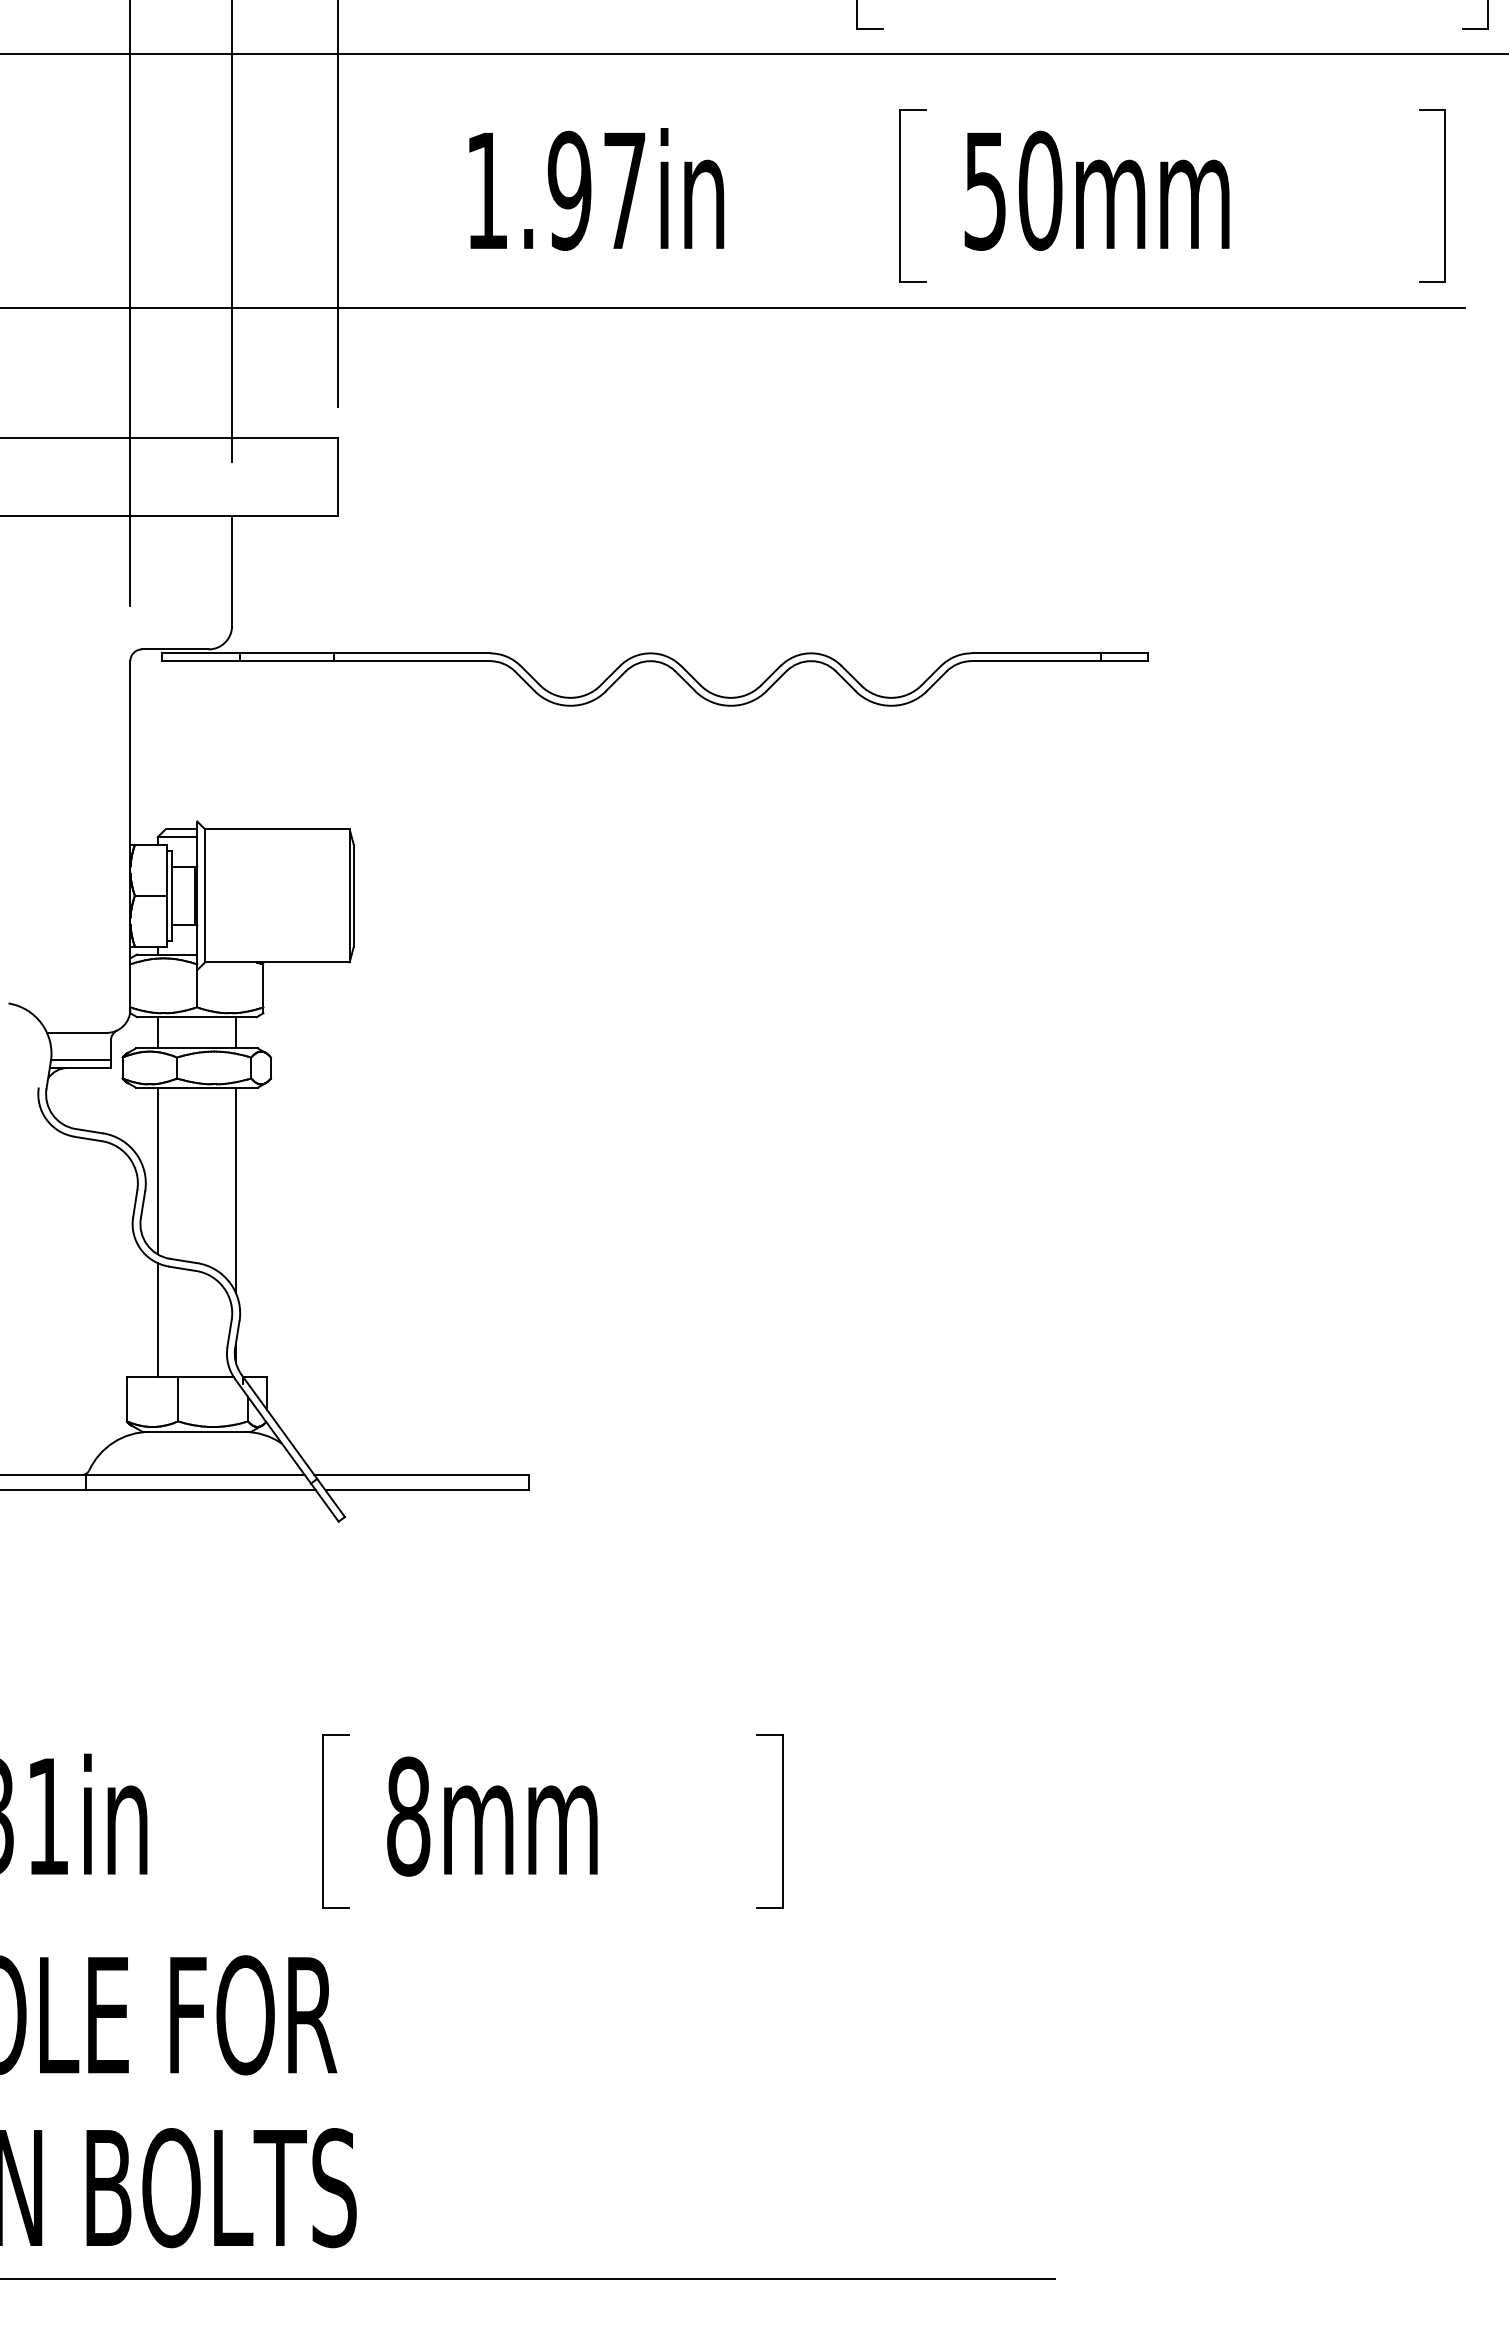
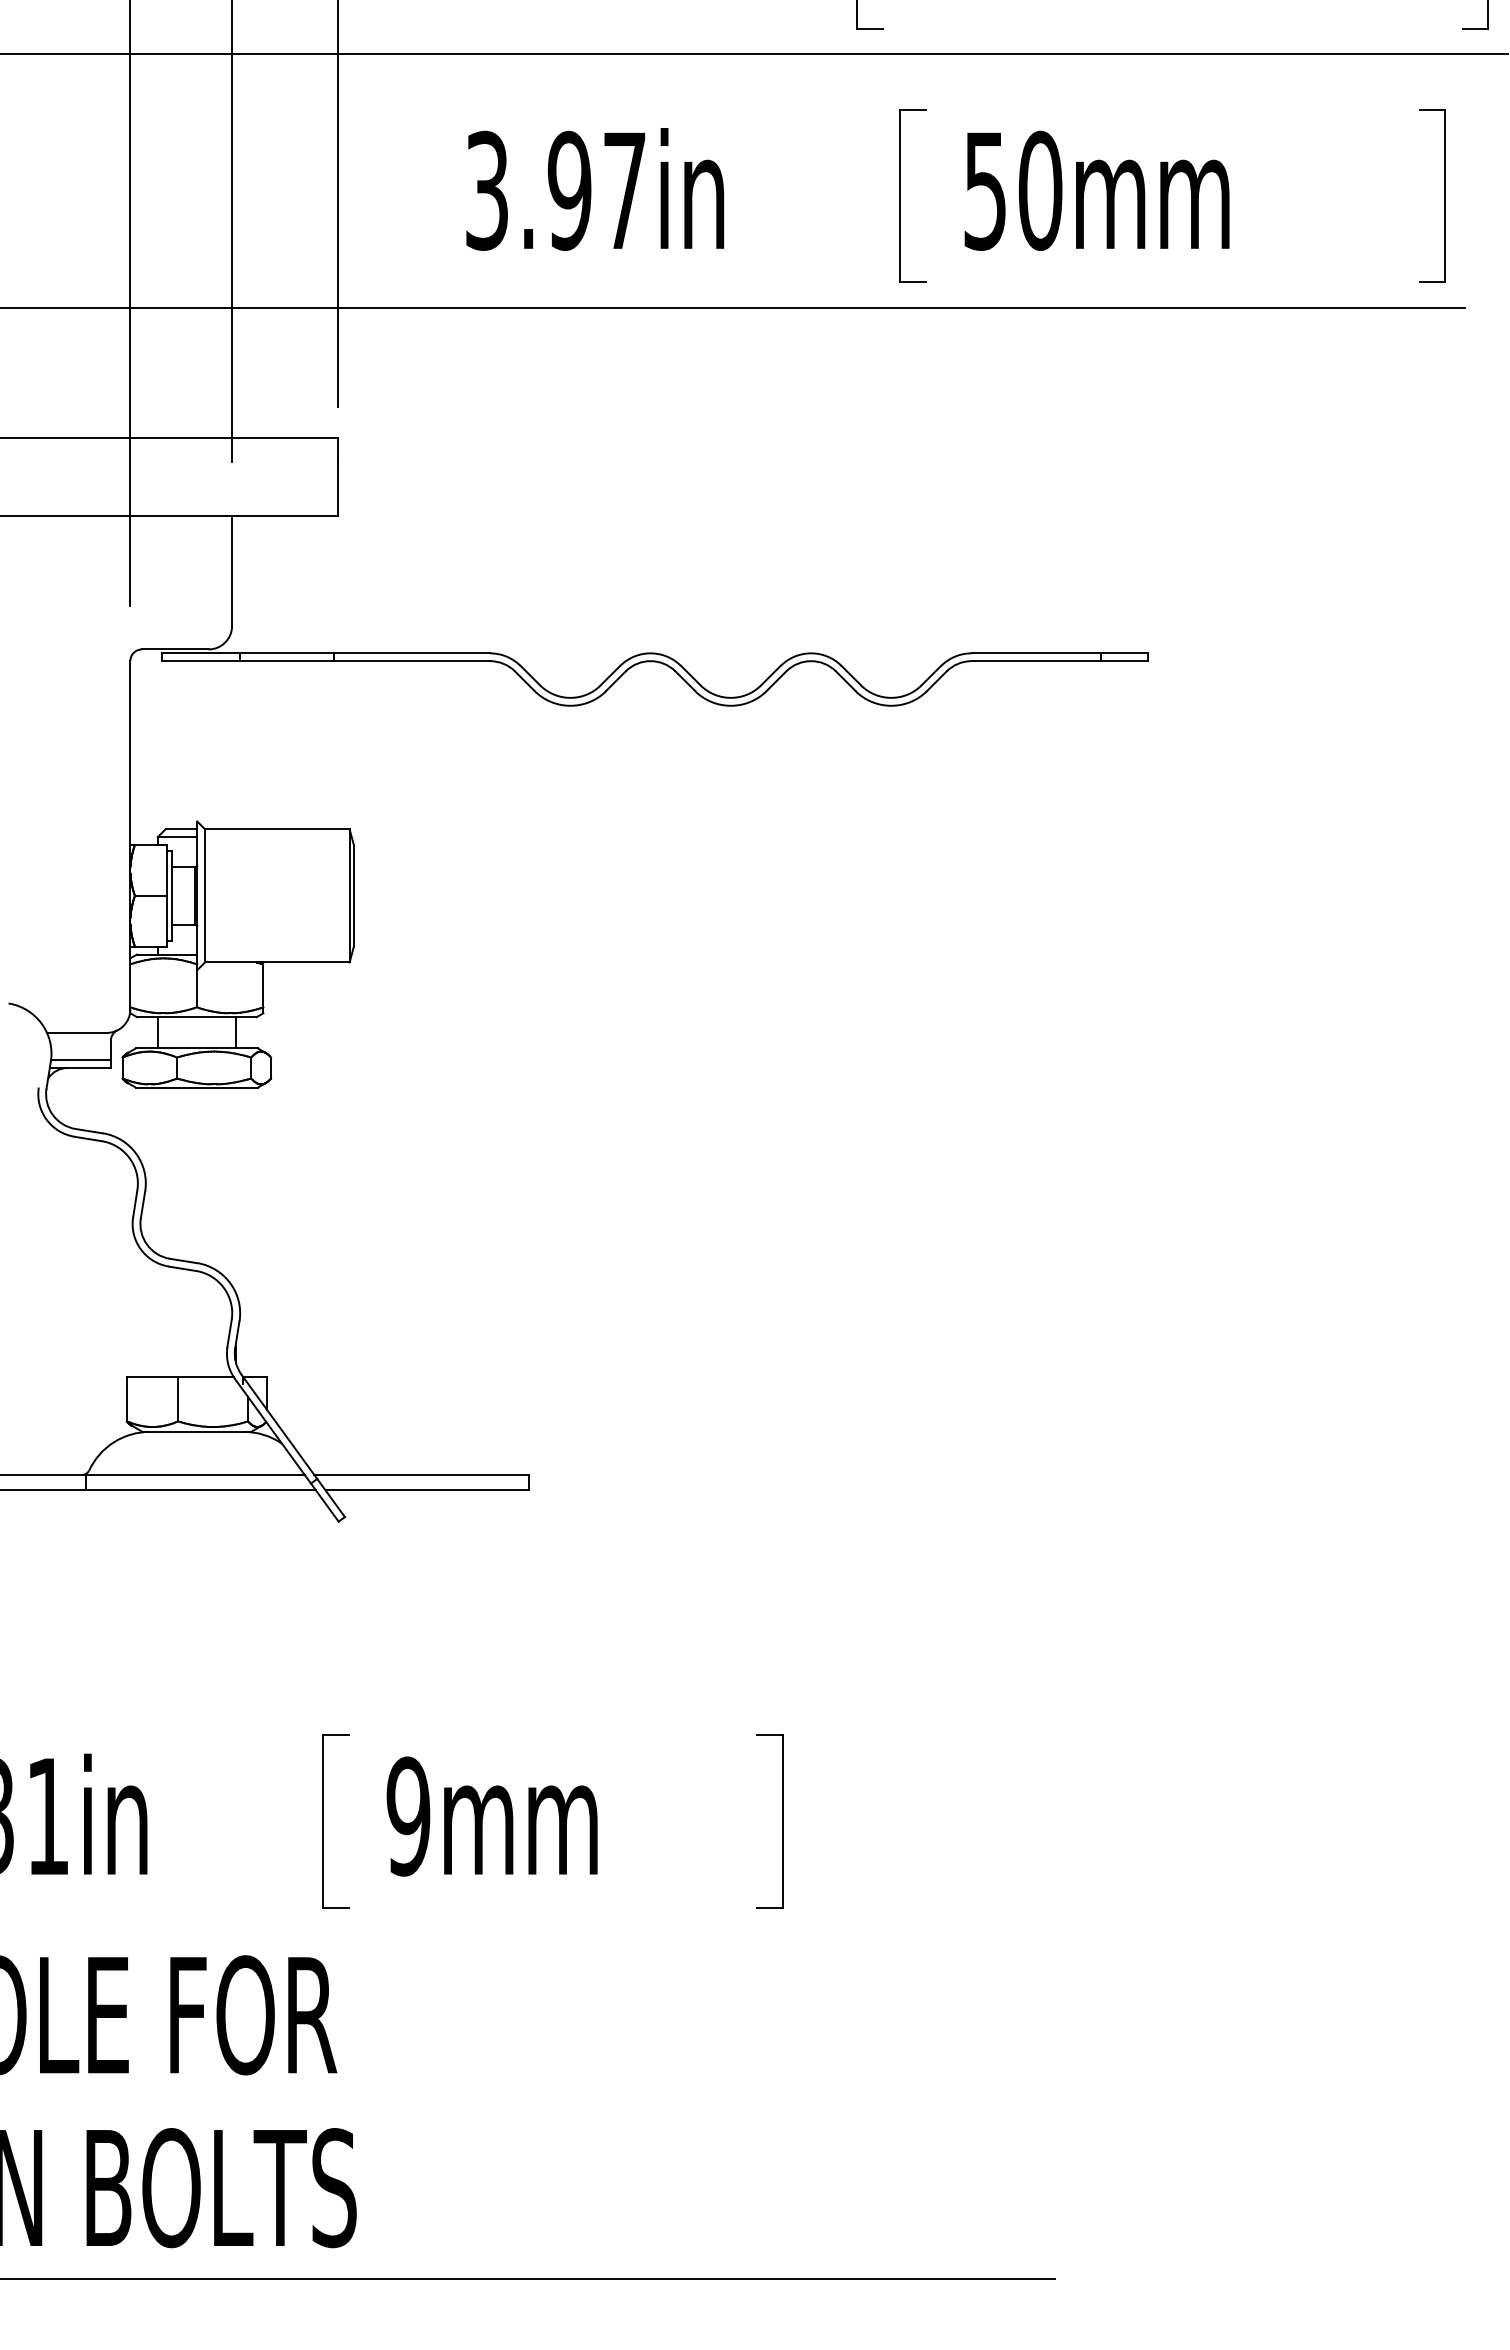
text at (486, 190): 1.97in -> 3.97in
line at (157, 1170): present -> none
line at (236, 1190): present -> none
line at (157, 1320): present -> none
text at (408, 1816): 8mm -> 9mm
